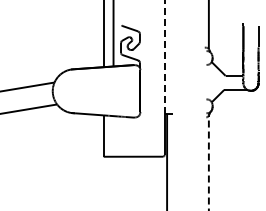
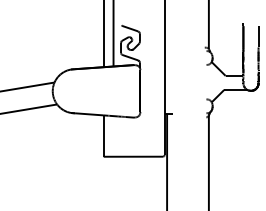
line at (164, 57): dashed -> solid
line at (208, 162): dashed -> solid
